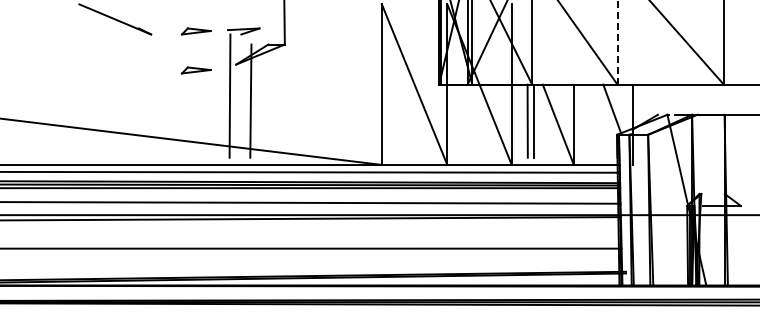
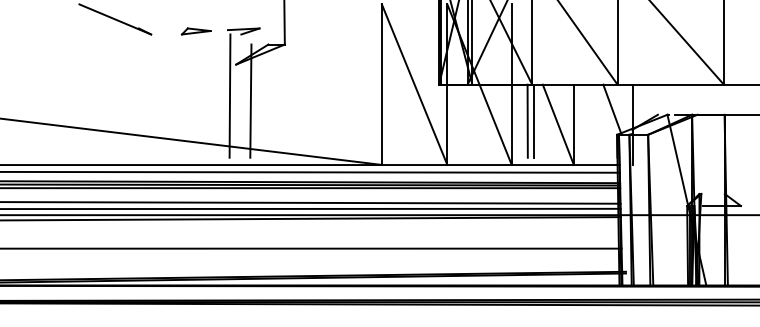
line at (617, 41): dashed -> solid
part at (195, 70): present -> none
line at (311, 208): none -> present
